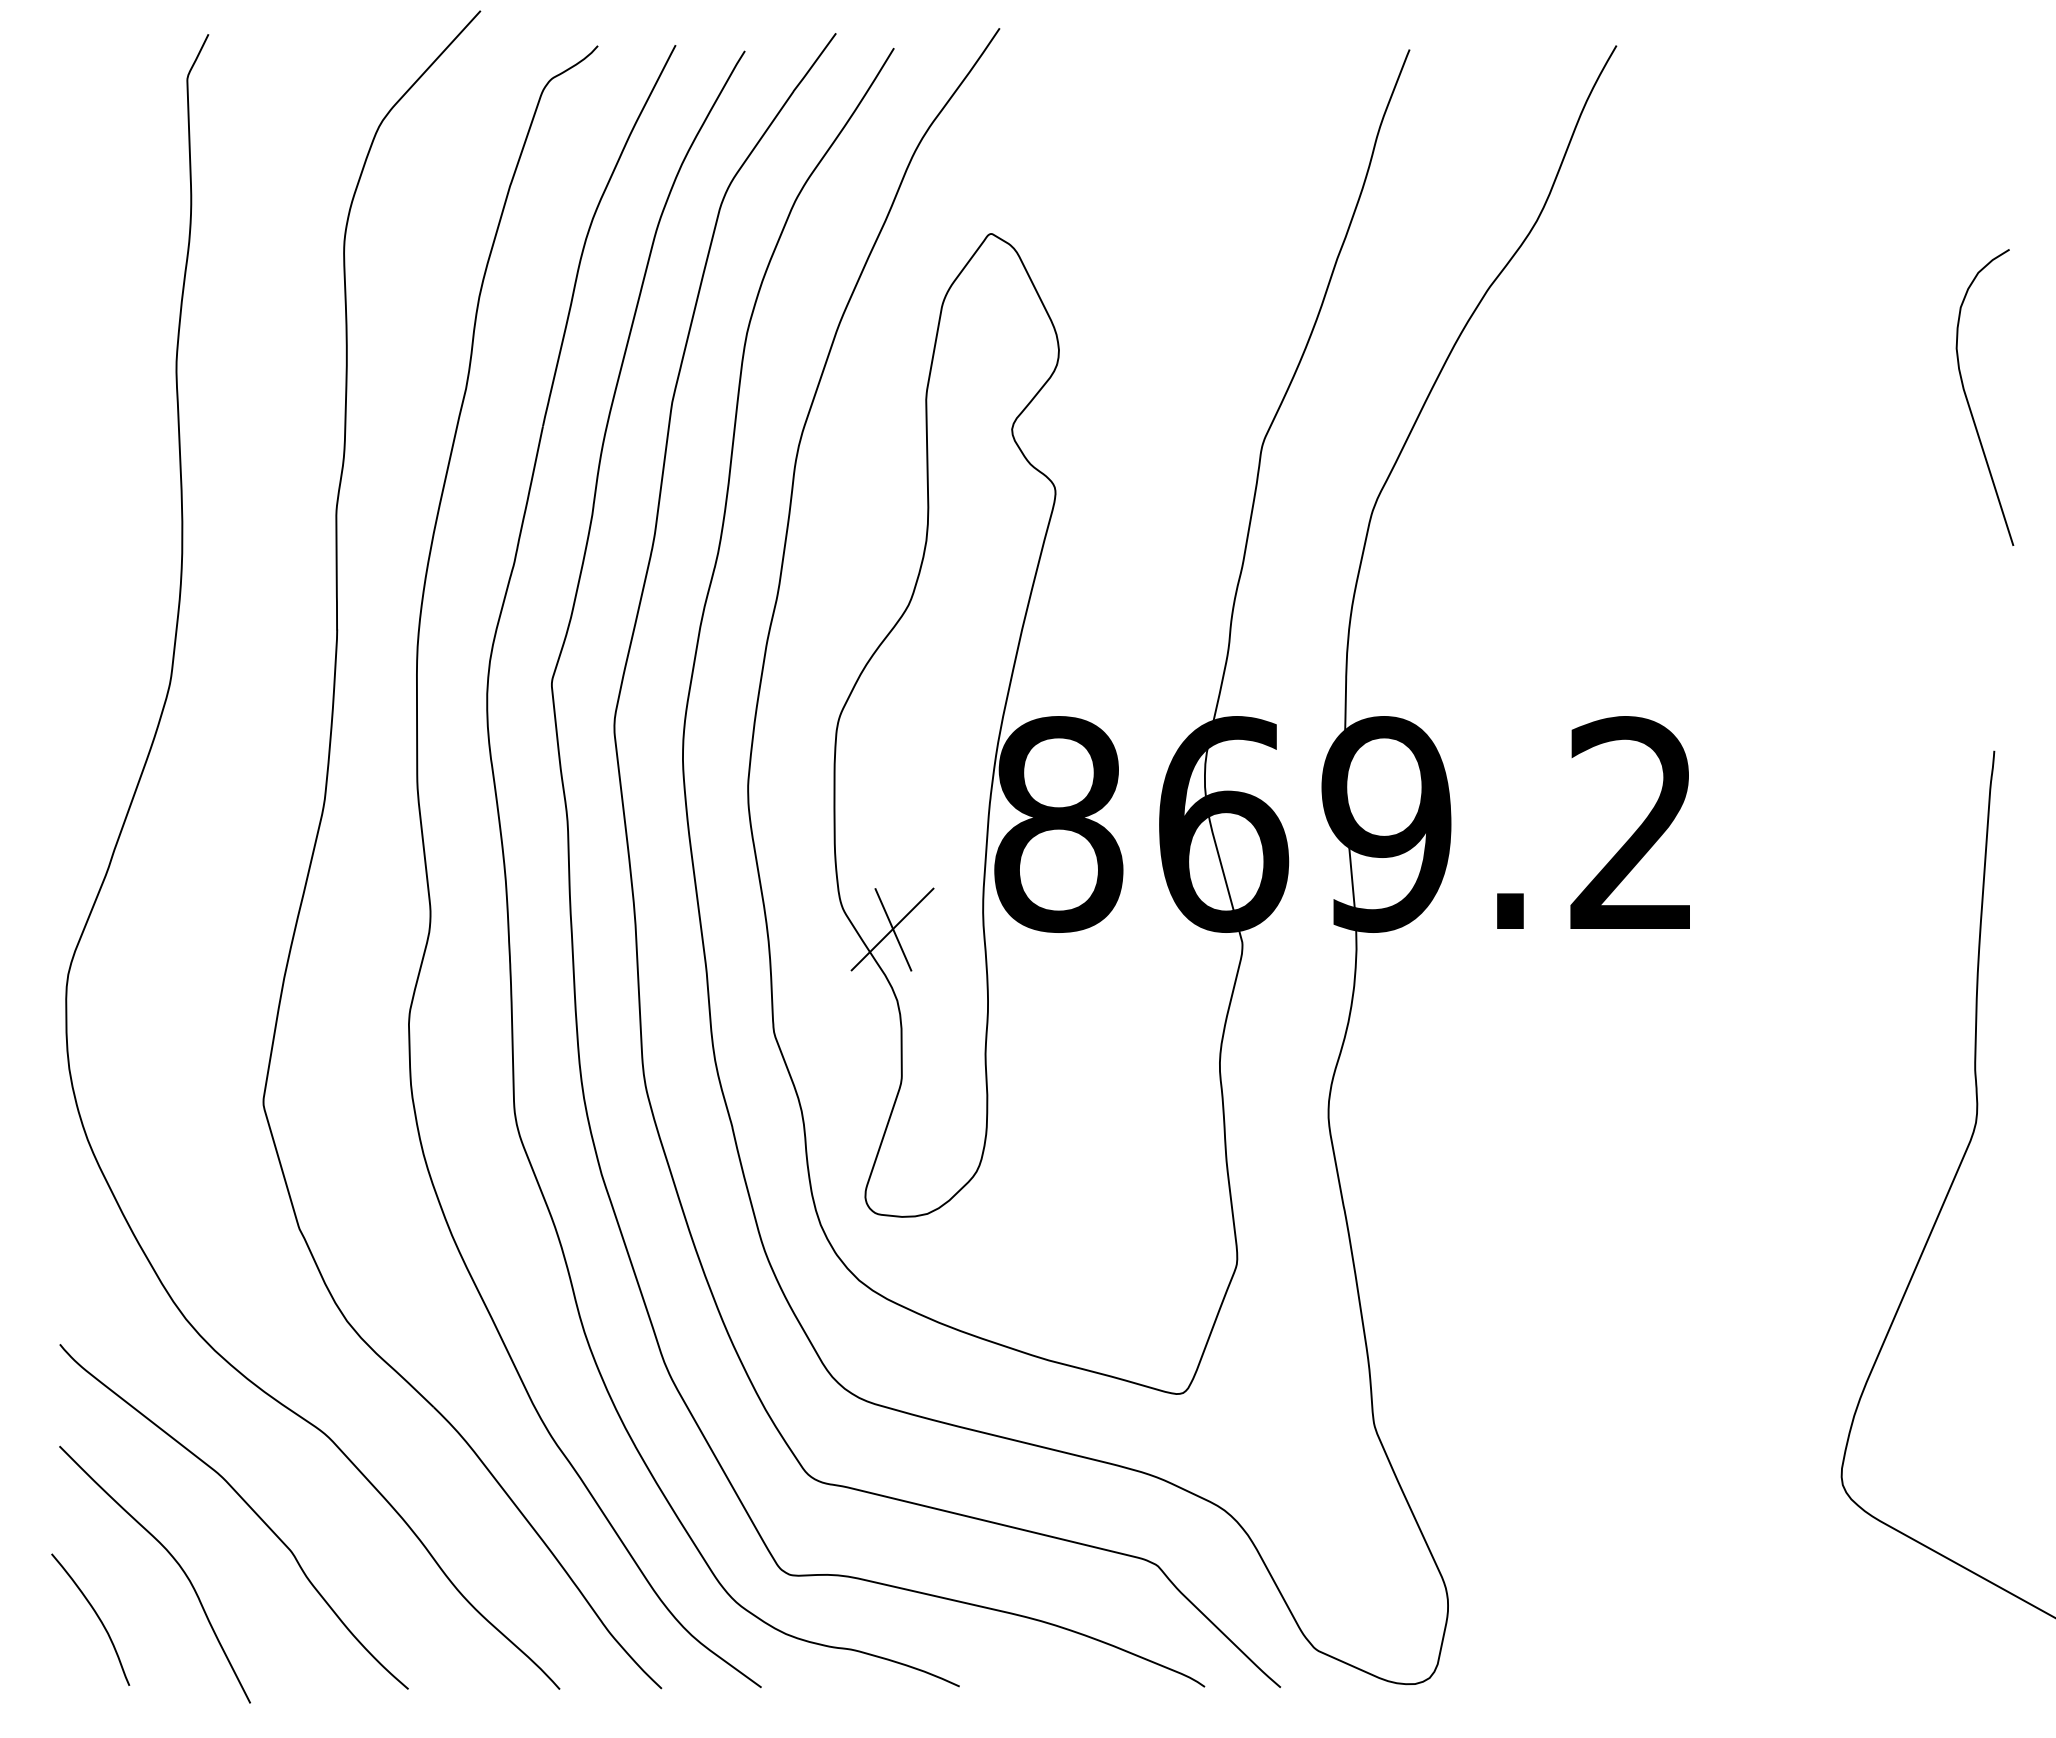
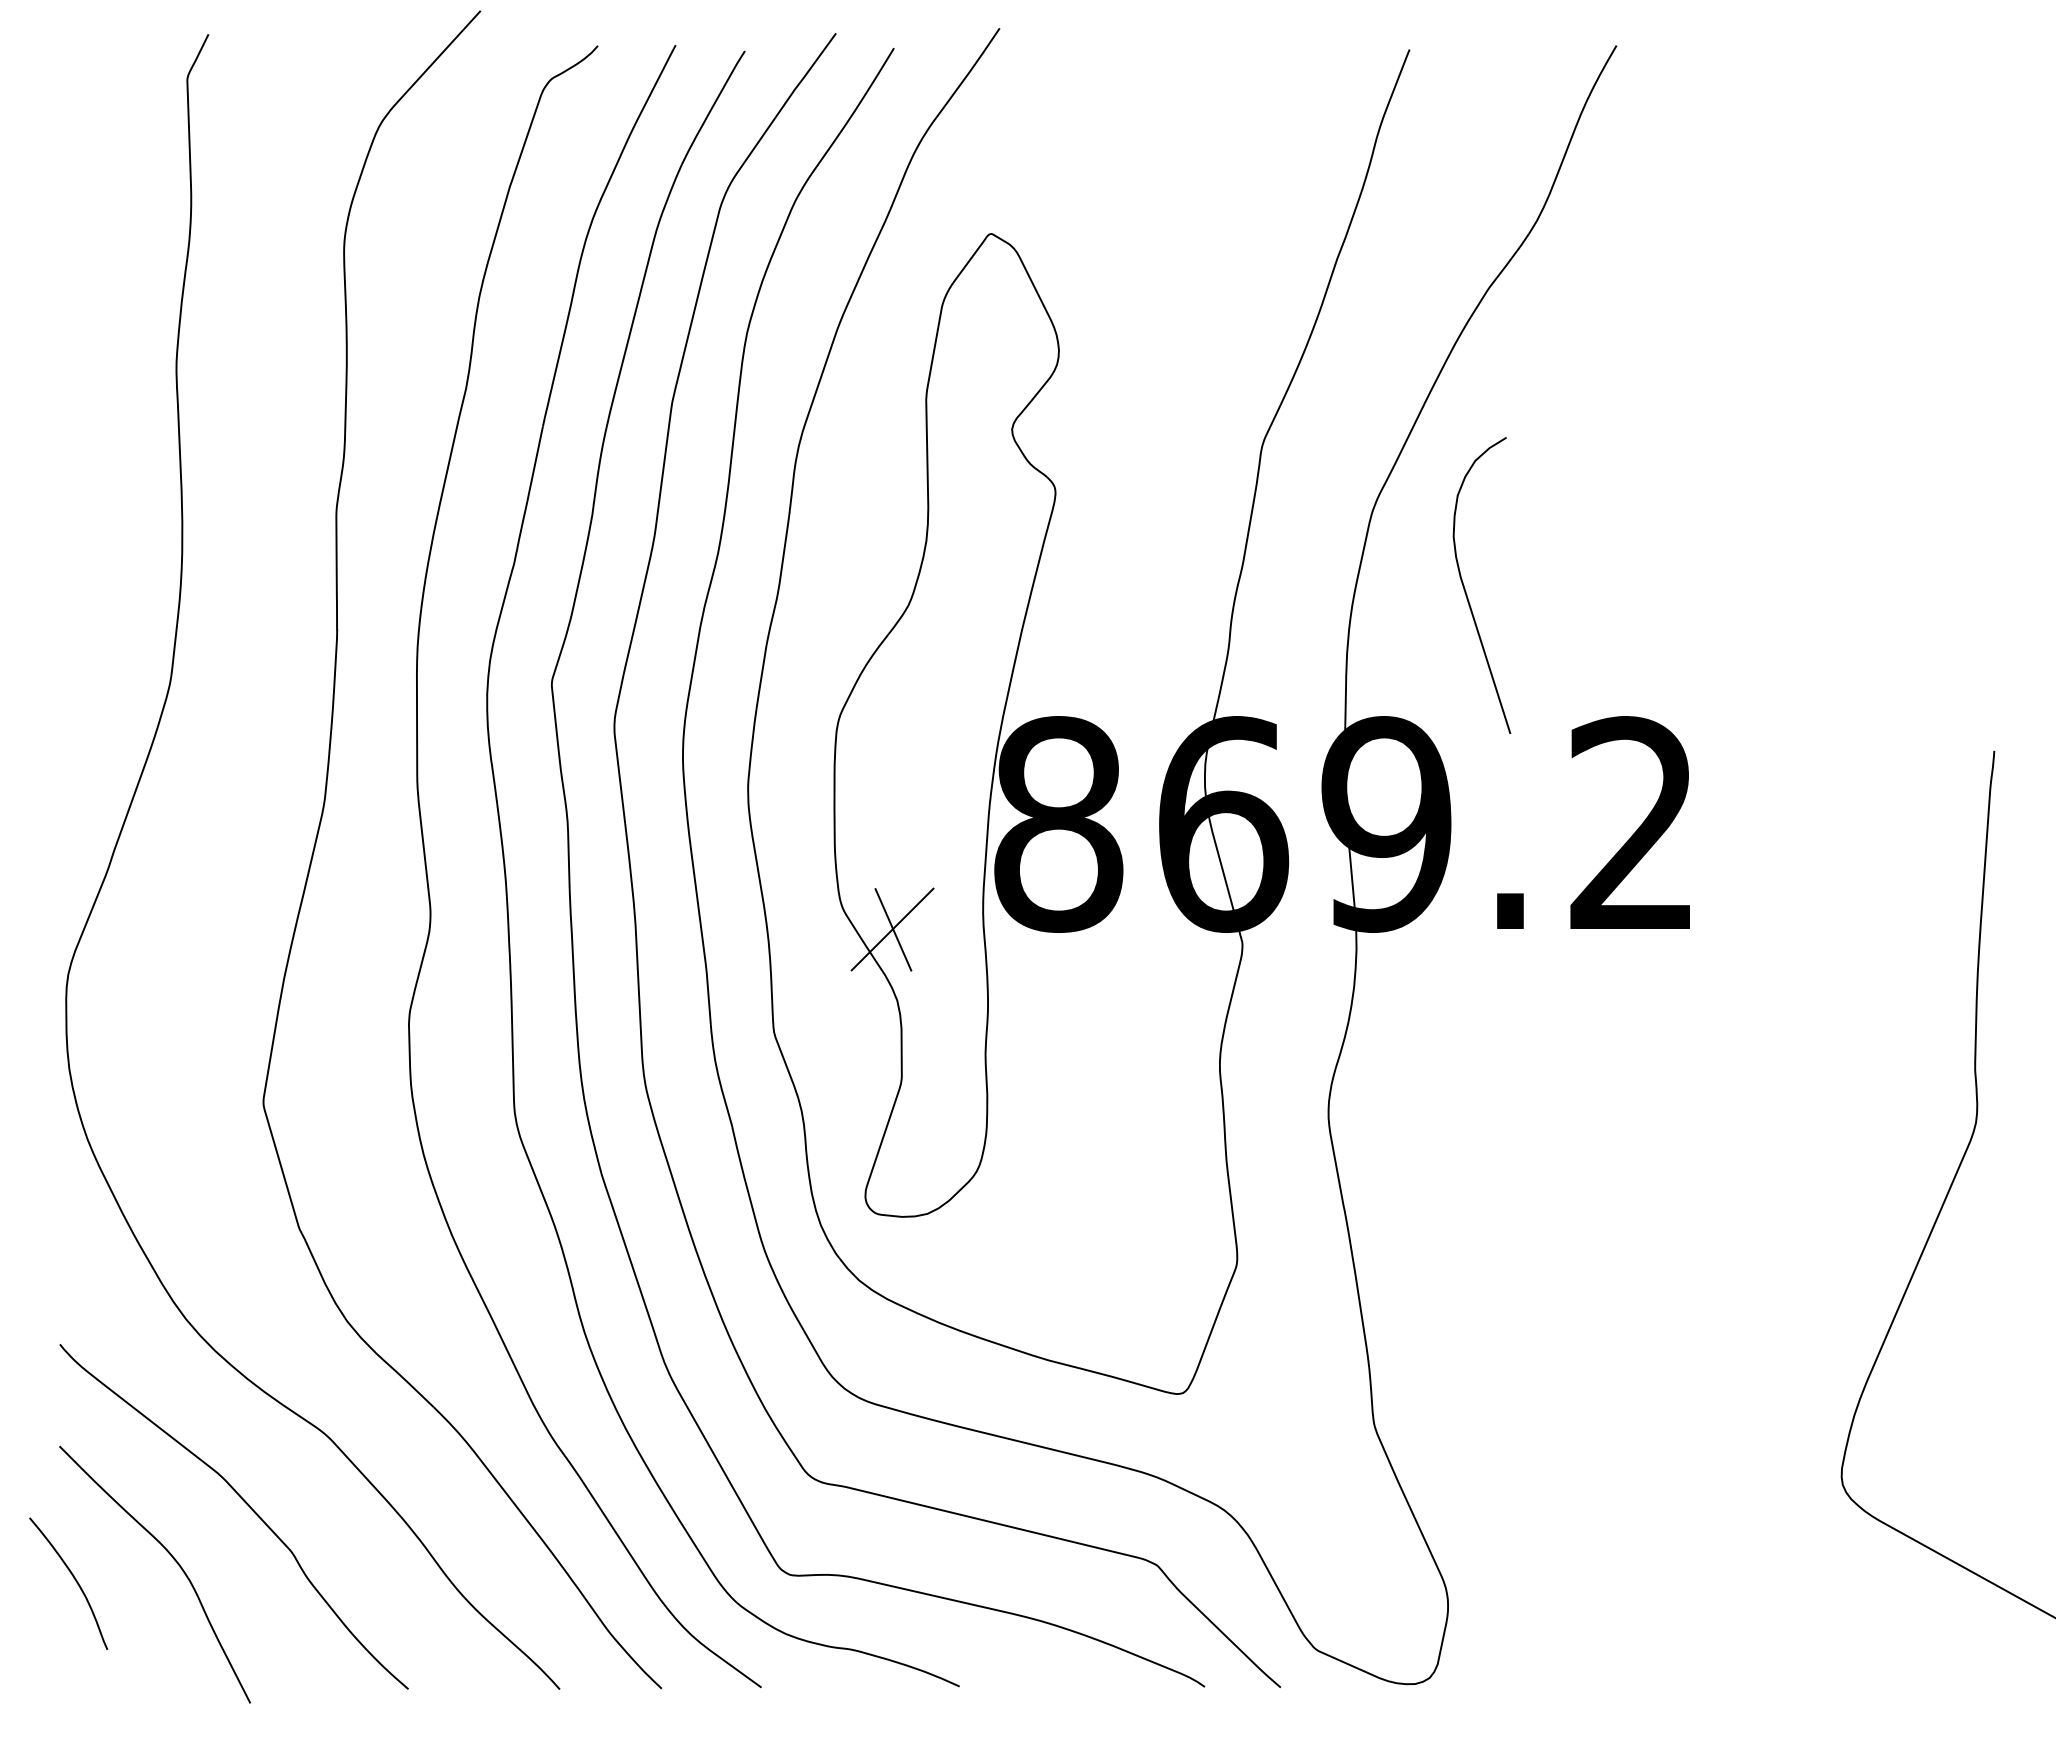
curve at (1969, 403) position: (1969, 403) -> (1466, 591)
curve at (95, 1614) position: (95, 1614) -> (73, 1578)
